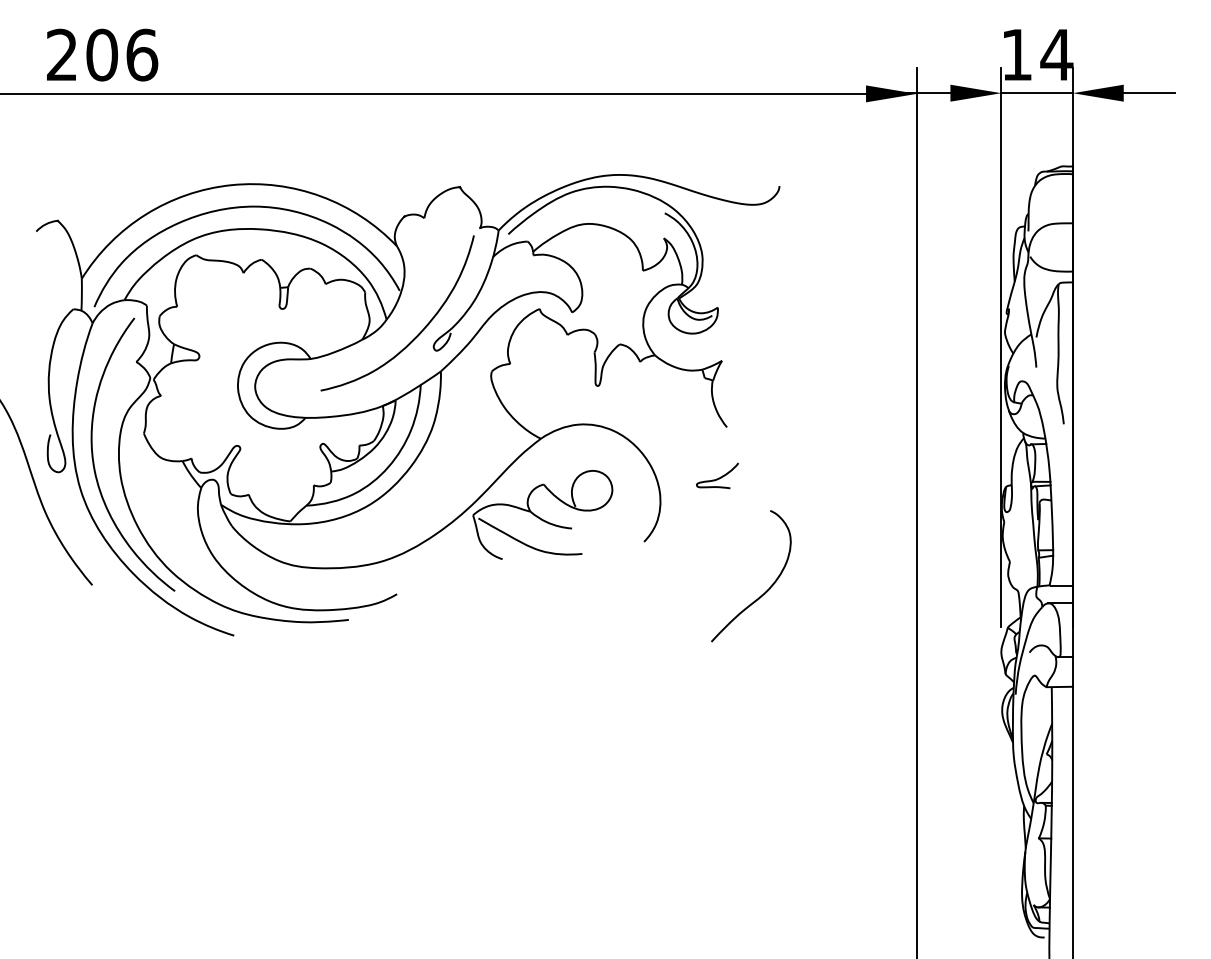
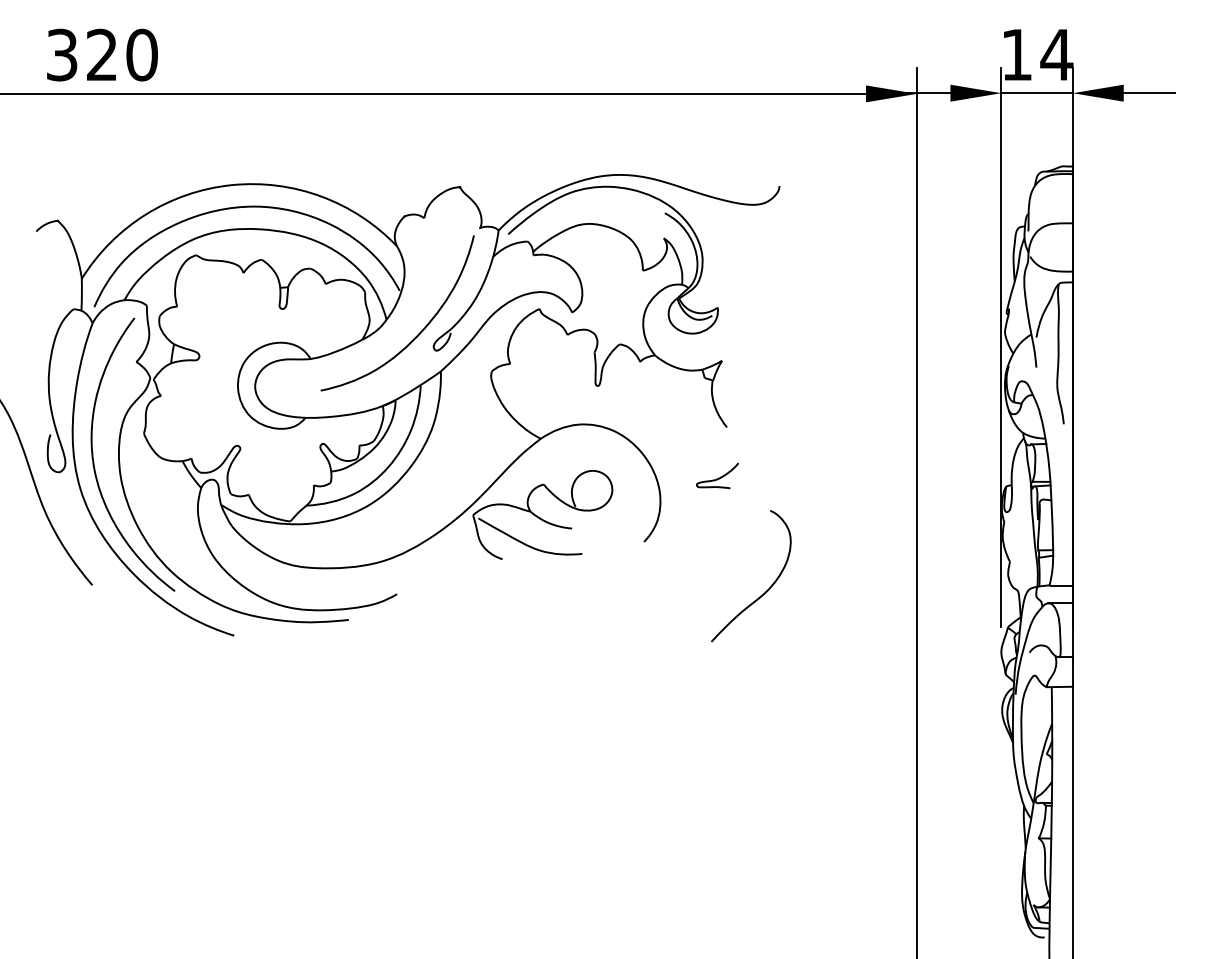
text at (102, 54): 206 -> 320
